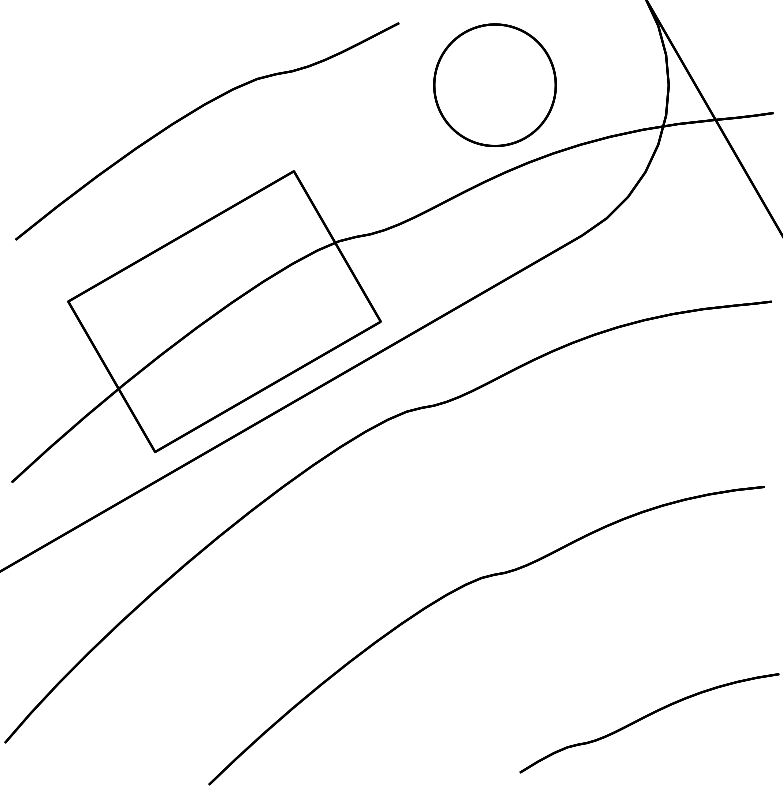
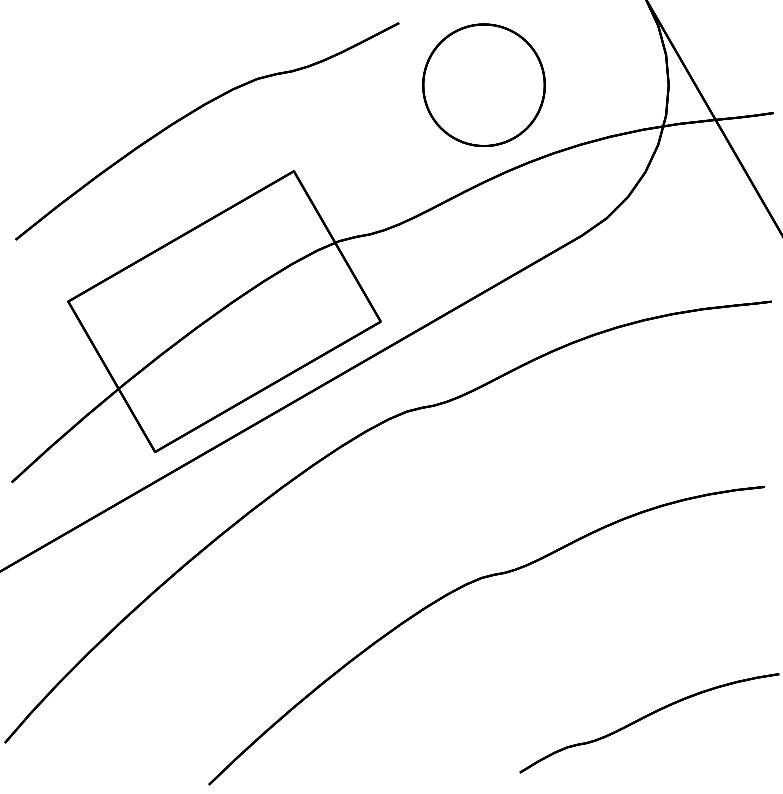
part at (494, 84) position: (494, 84) -> (483, 84)
